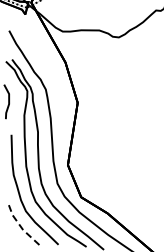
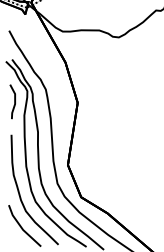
line at (8, 101) position: (8, 101) -> (14, 101)
line at (22, 228): dashed -> solid
